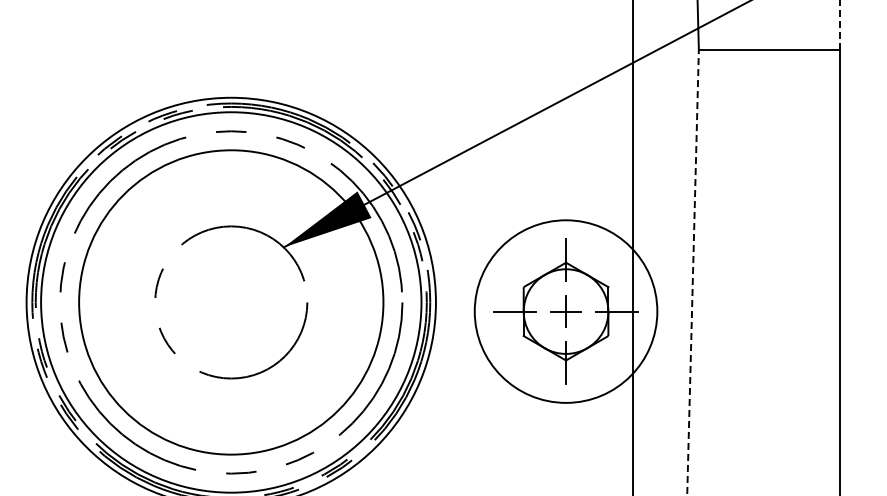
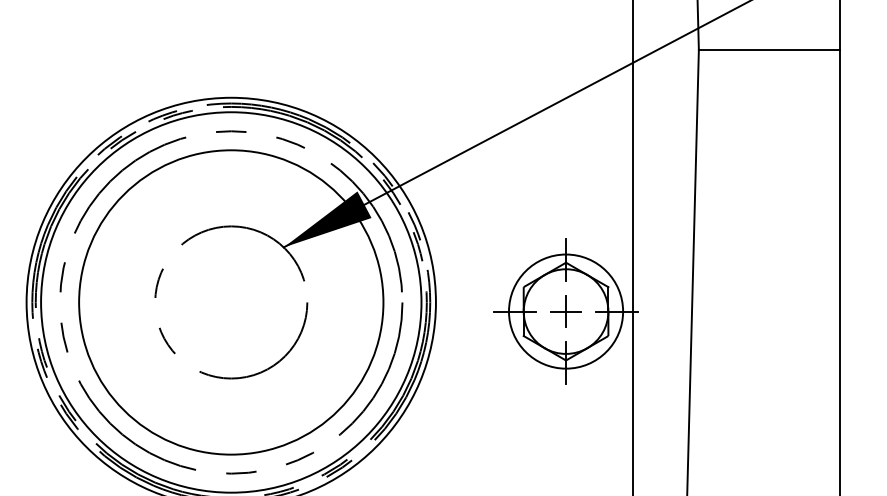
line at (839, 24): dashed -> solid
line at (693, 272): dashed -> solid
circle at (565, 311) diameter: 183 px -> 114 px
